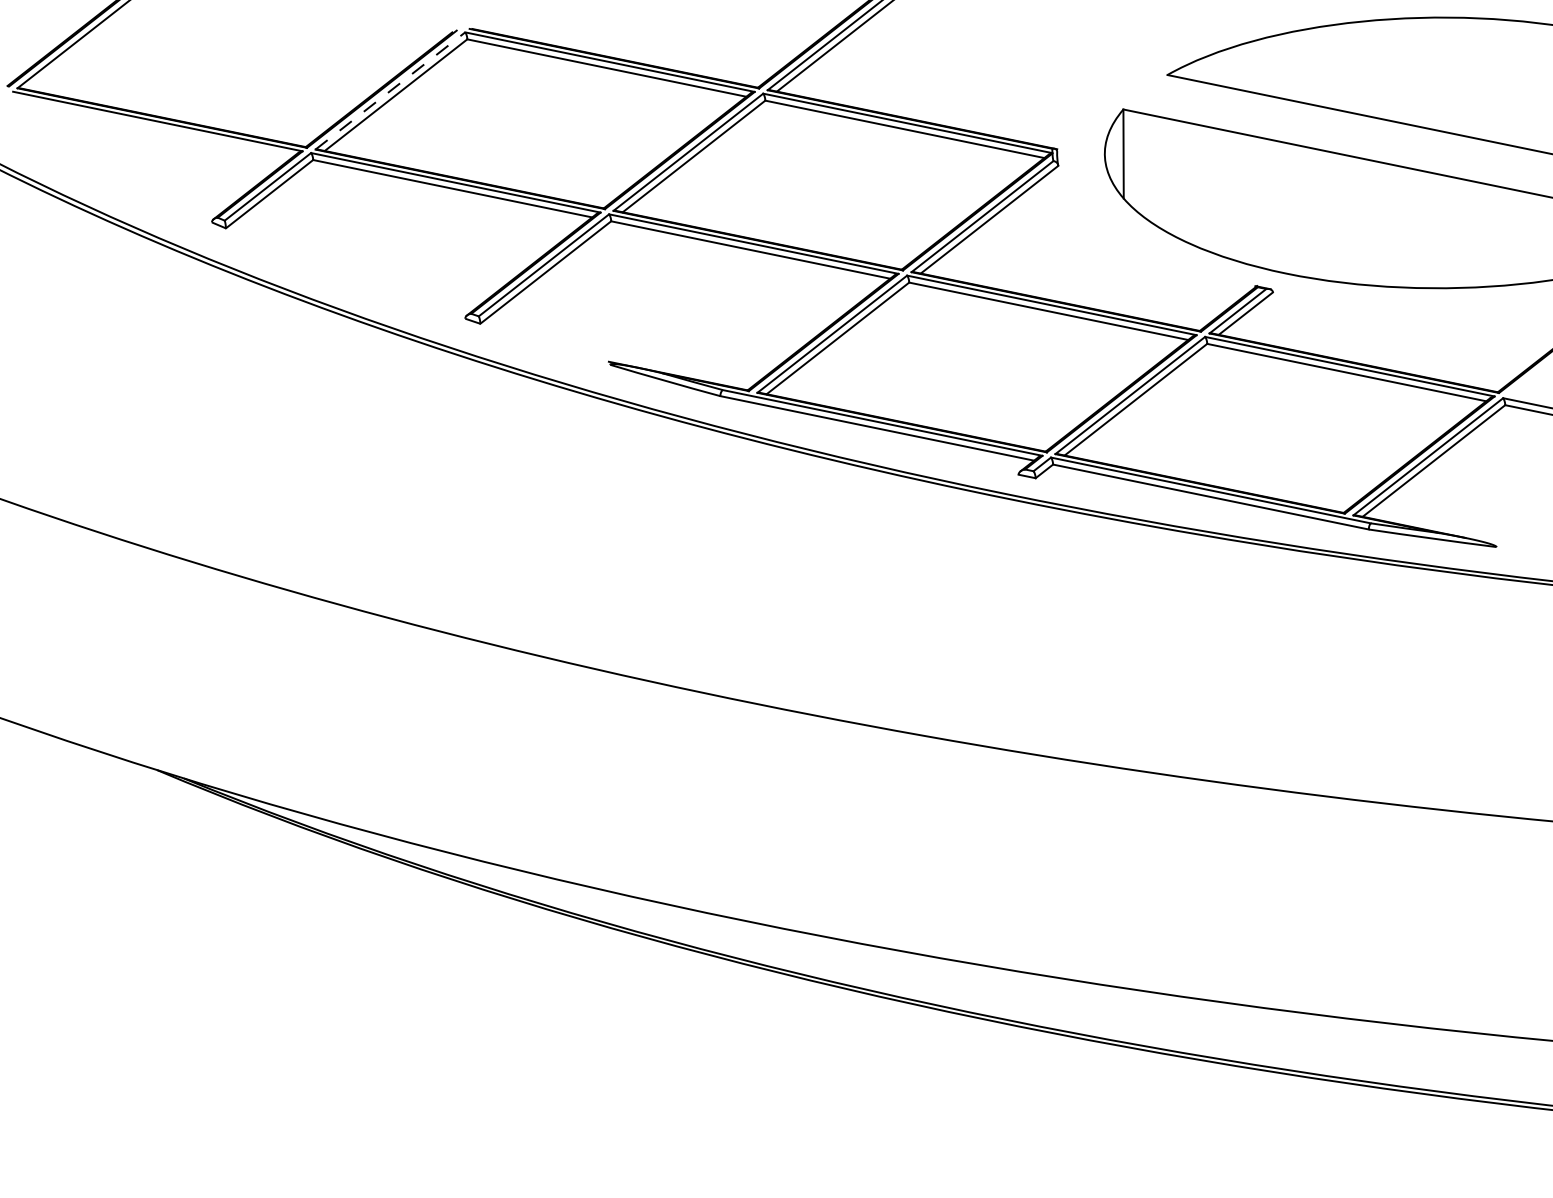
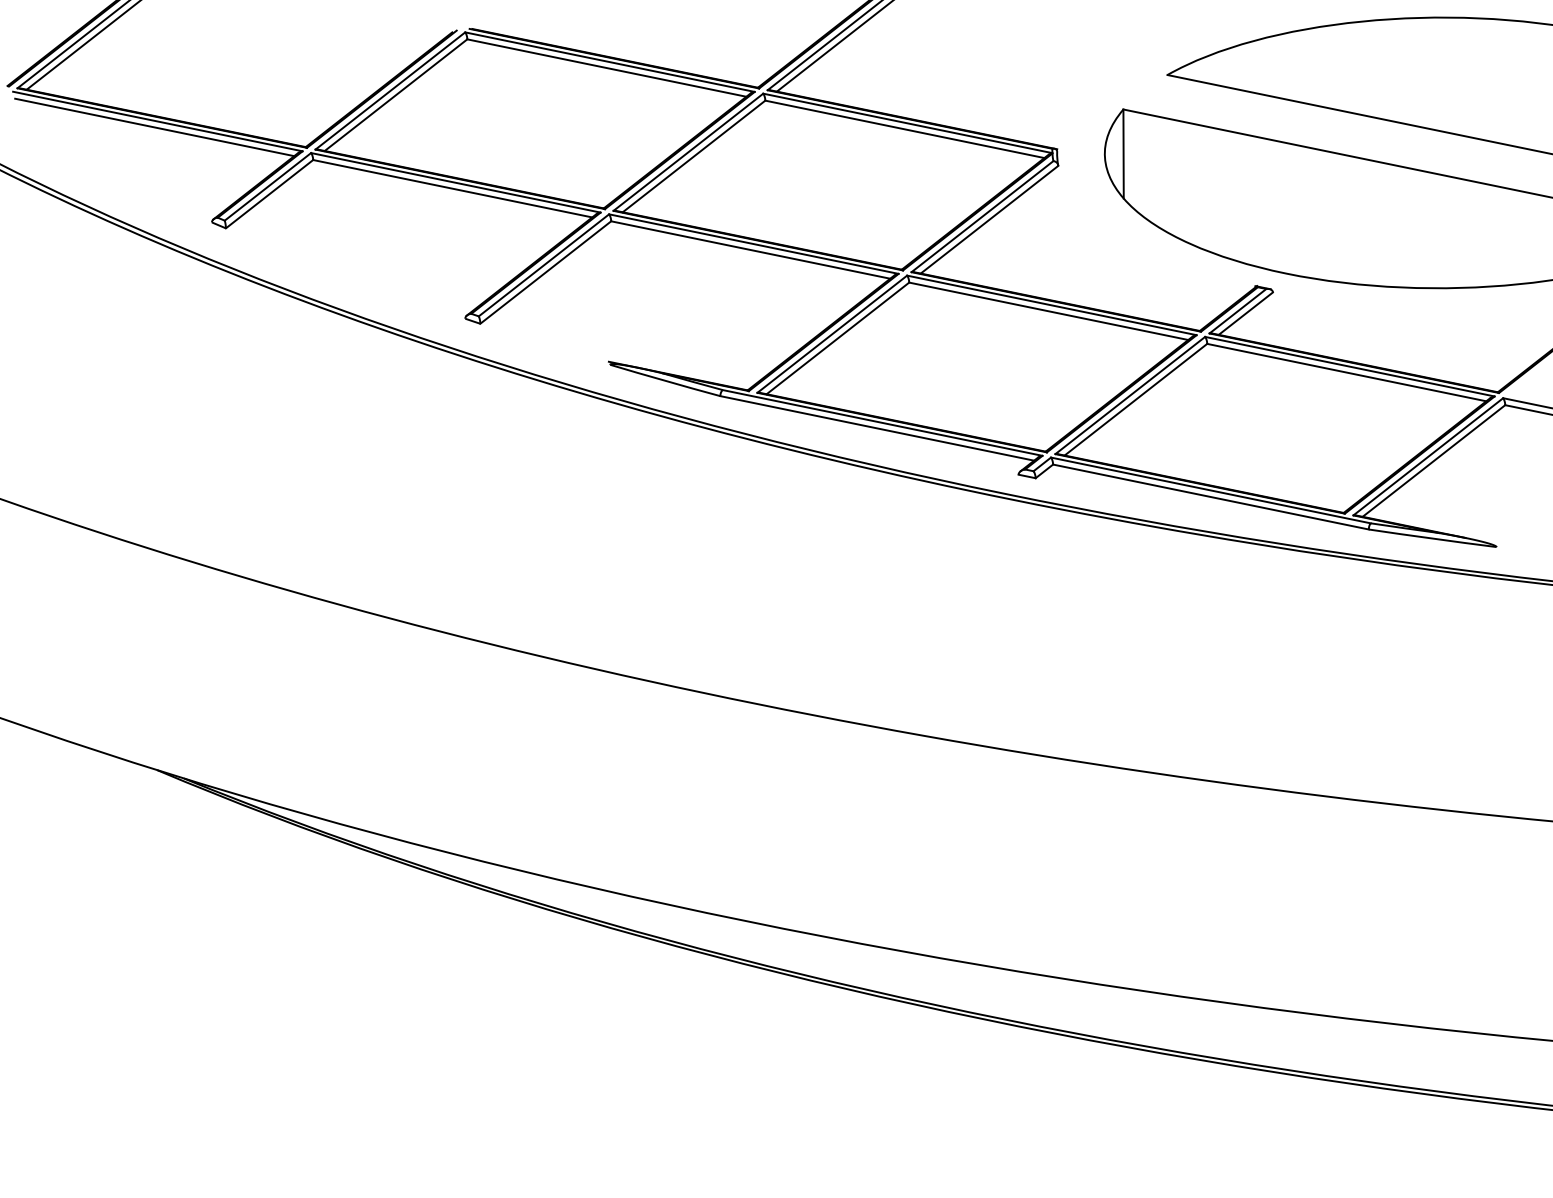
line at (82, 45): none -> present
line at (390, 90): dashed -> solid
line at (154, 127): none -> present
